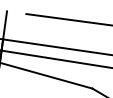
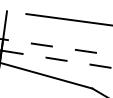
line at (57, 47): solid -> dashed
line at (57, 59): solid -> dashed
